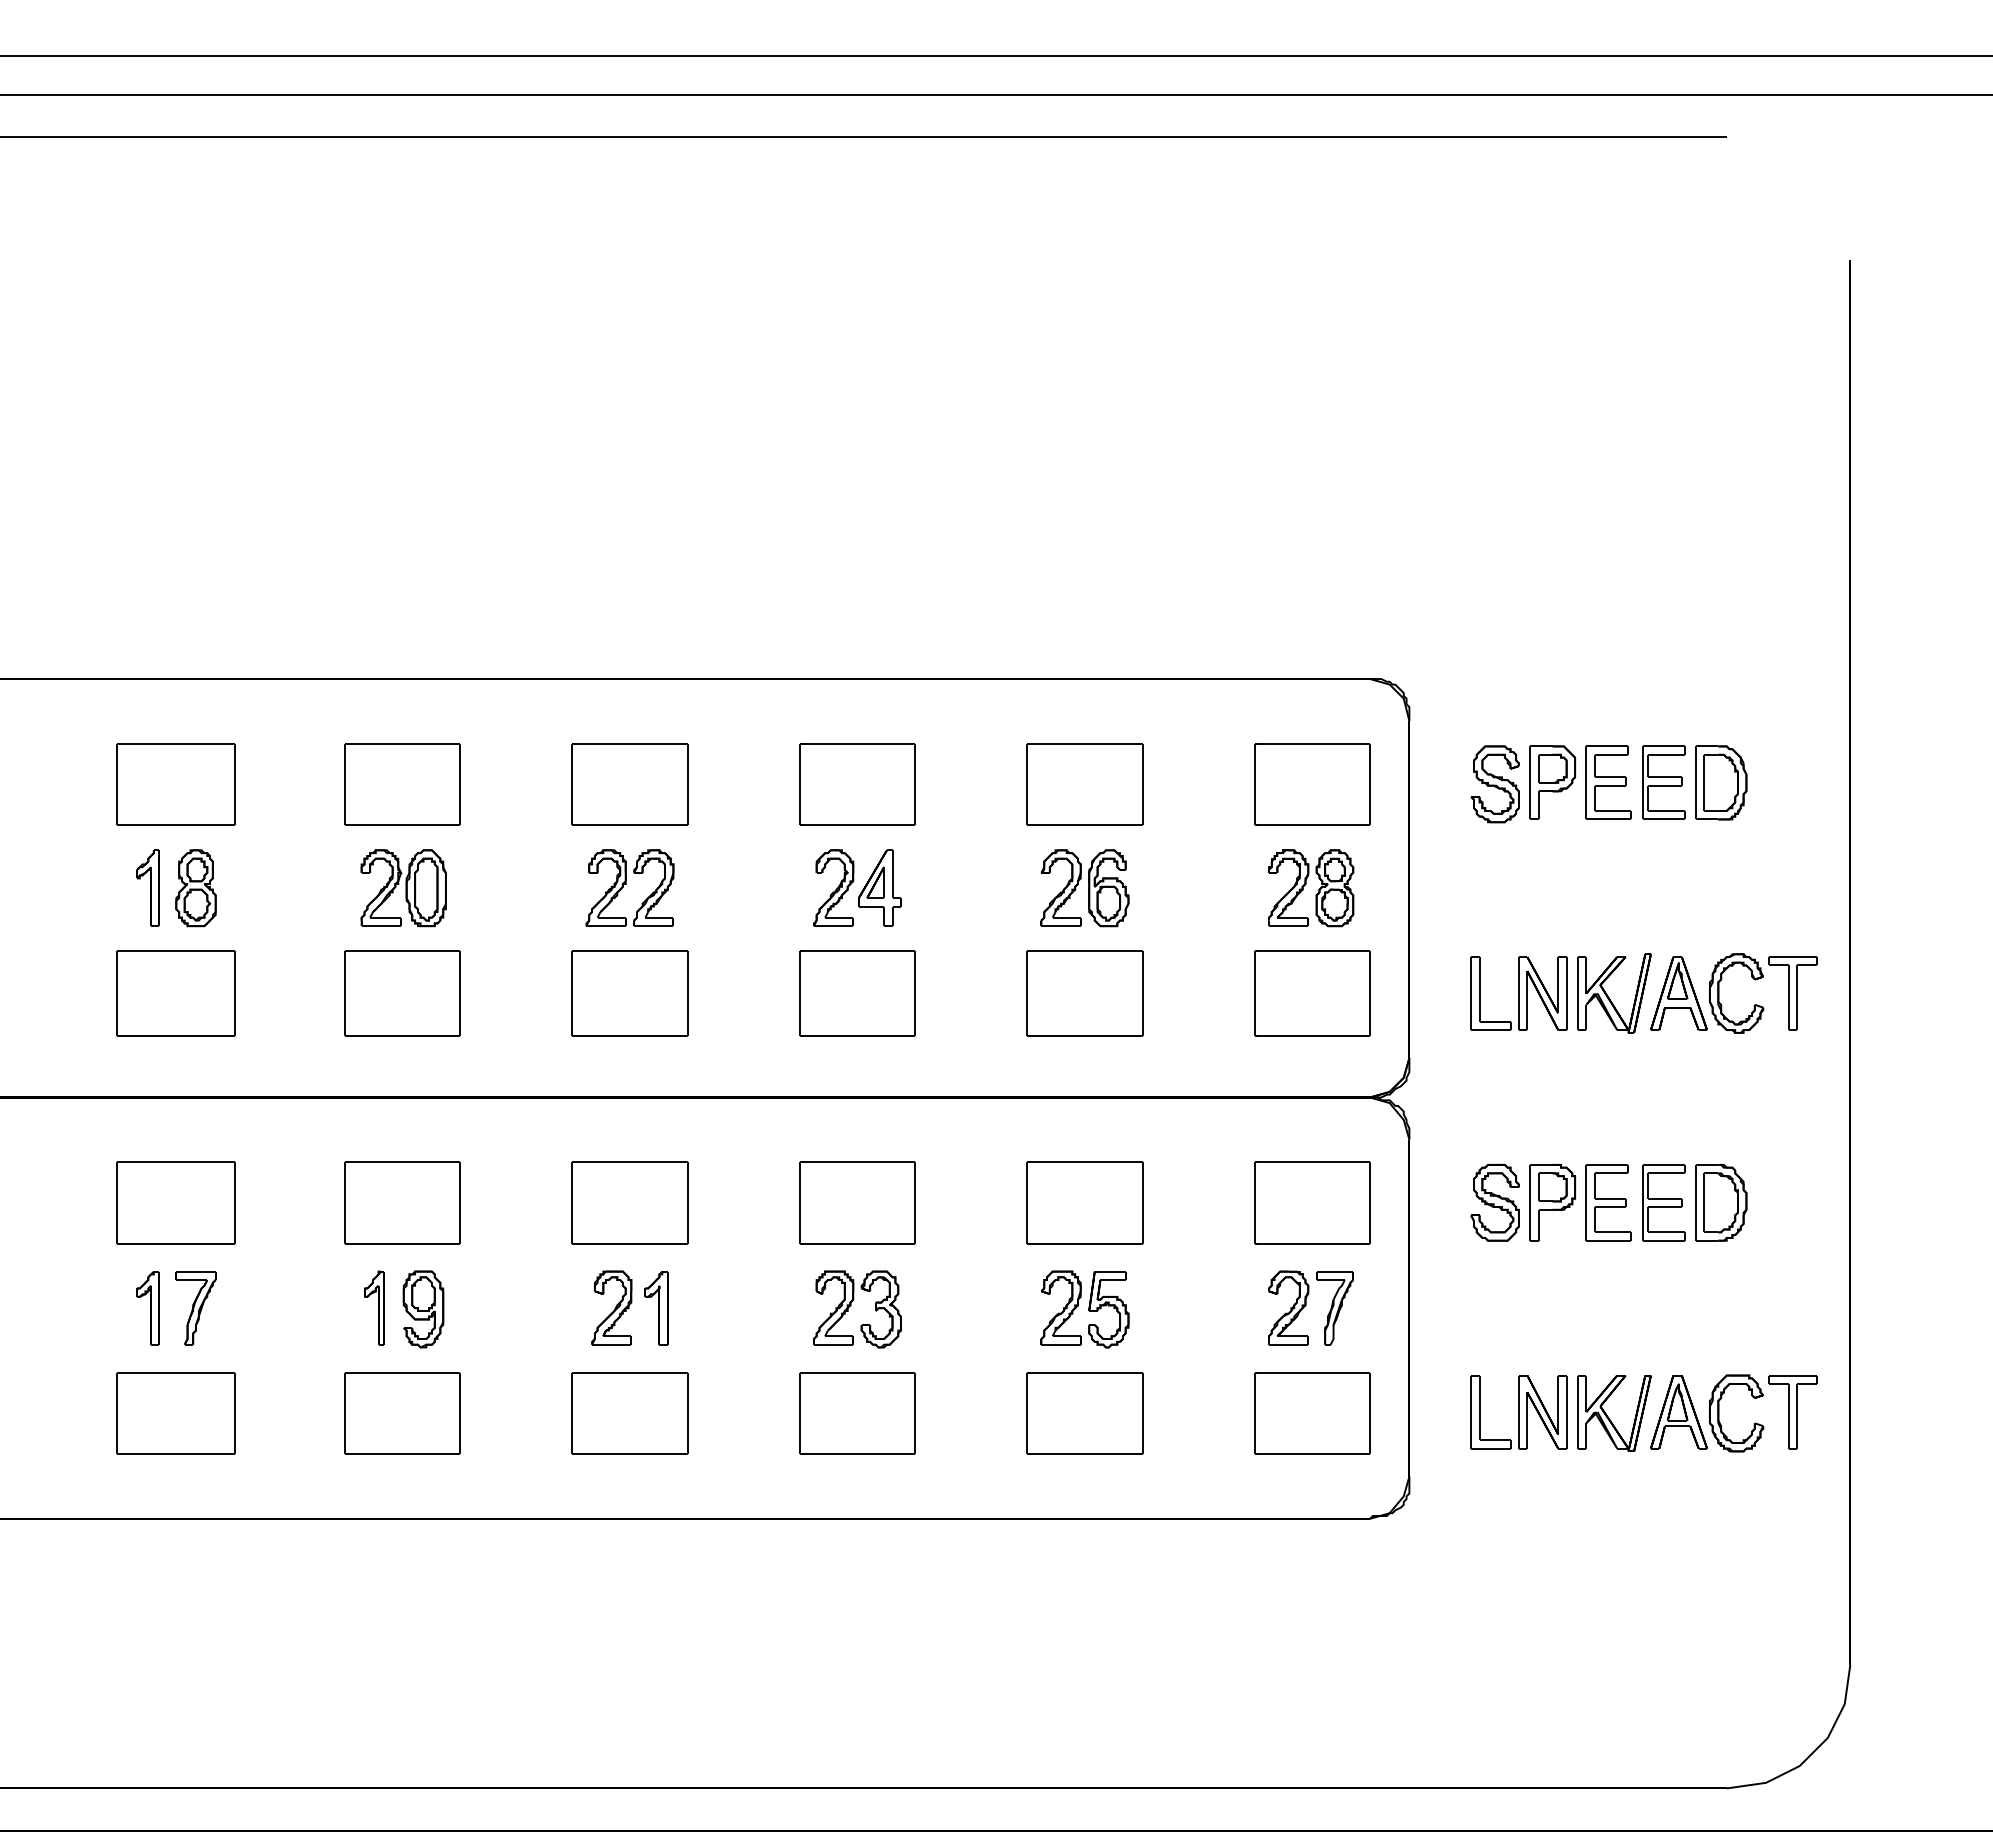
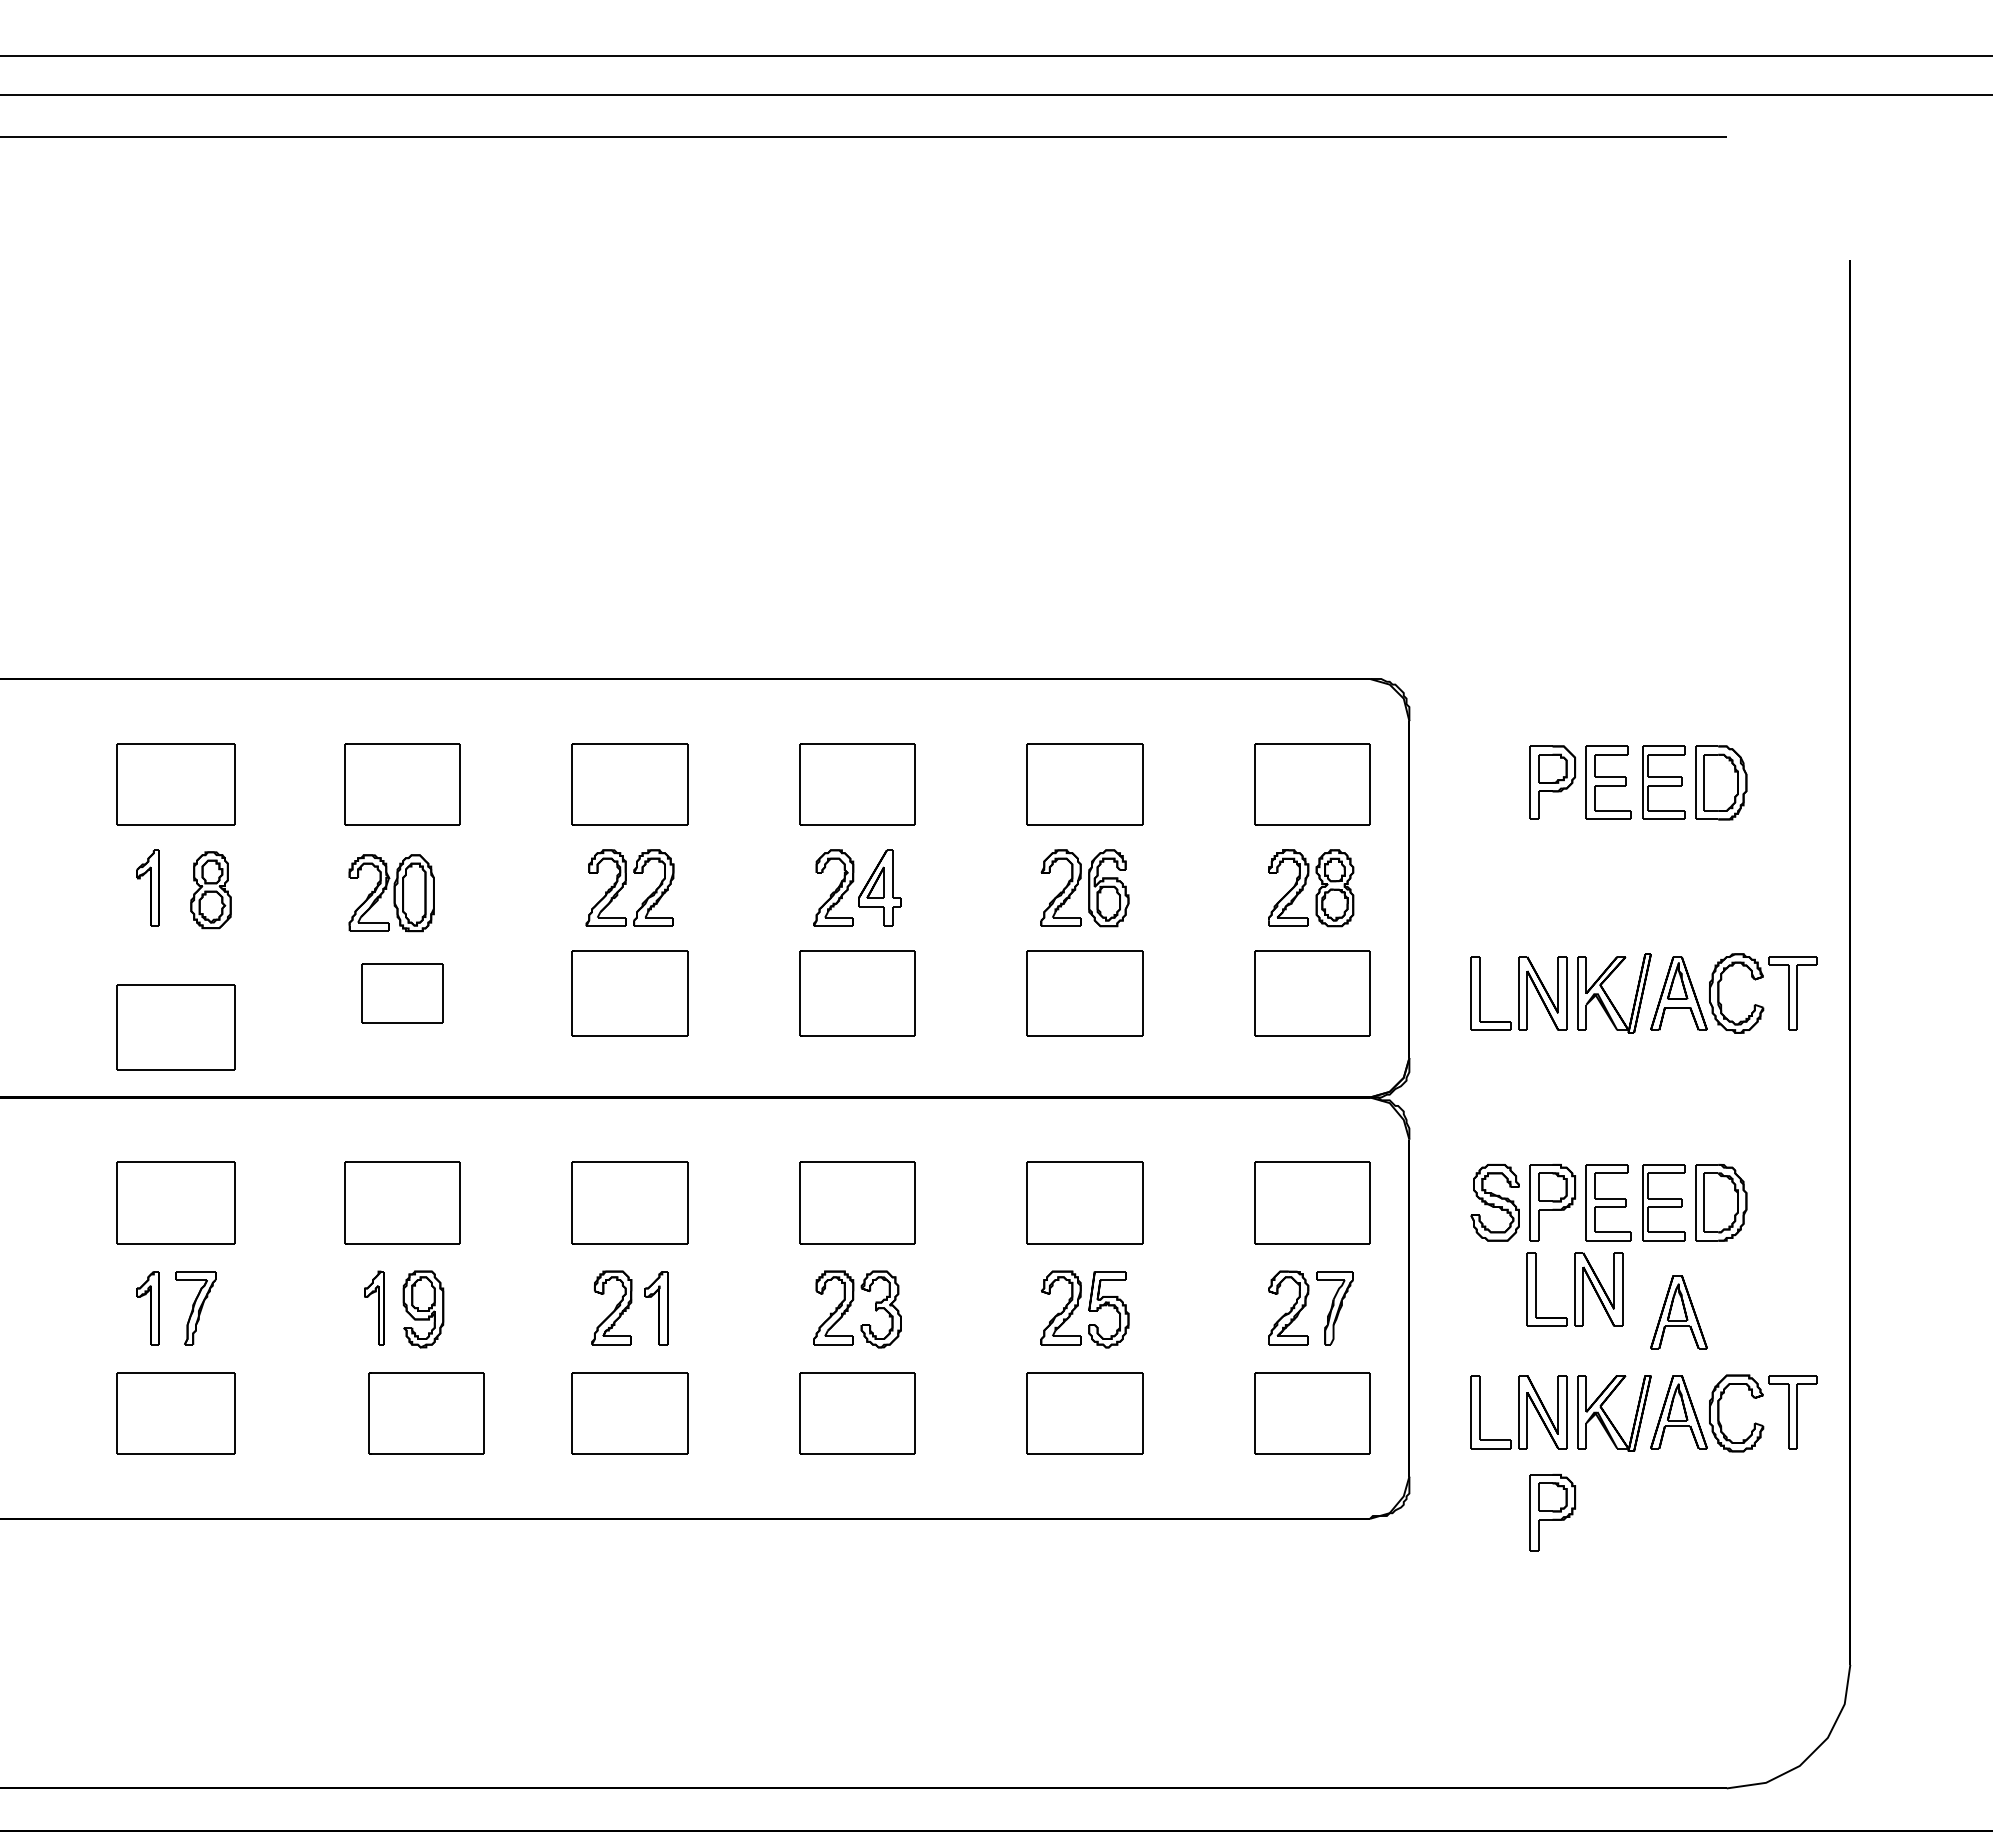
part at (1494, 784): present -> none
part at (195, 888) position: (195, 888) -> (210, 890)
part at (403, 888) position: (403, 888) -> (391, 893)
part at (175, 993) position: (175, 993) -> (175, 1027)
part at (402, 993) size: 117x87 px -> 83x61 px
part at (1574, 1289): none -> present
part at (1678, 1312): none -> present
part at (402, 1413) position: (402, 1413) -> (426, 1413)
part at (1552, 1512): none -> present
